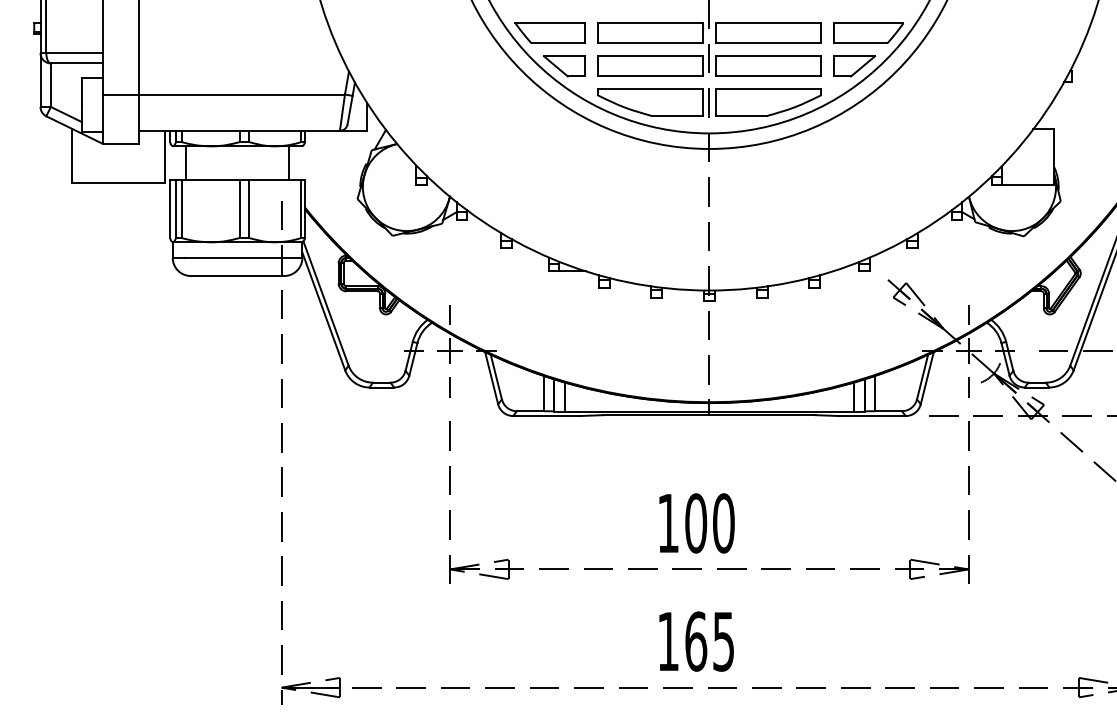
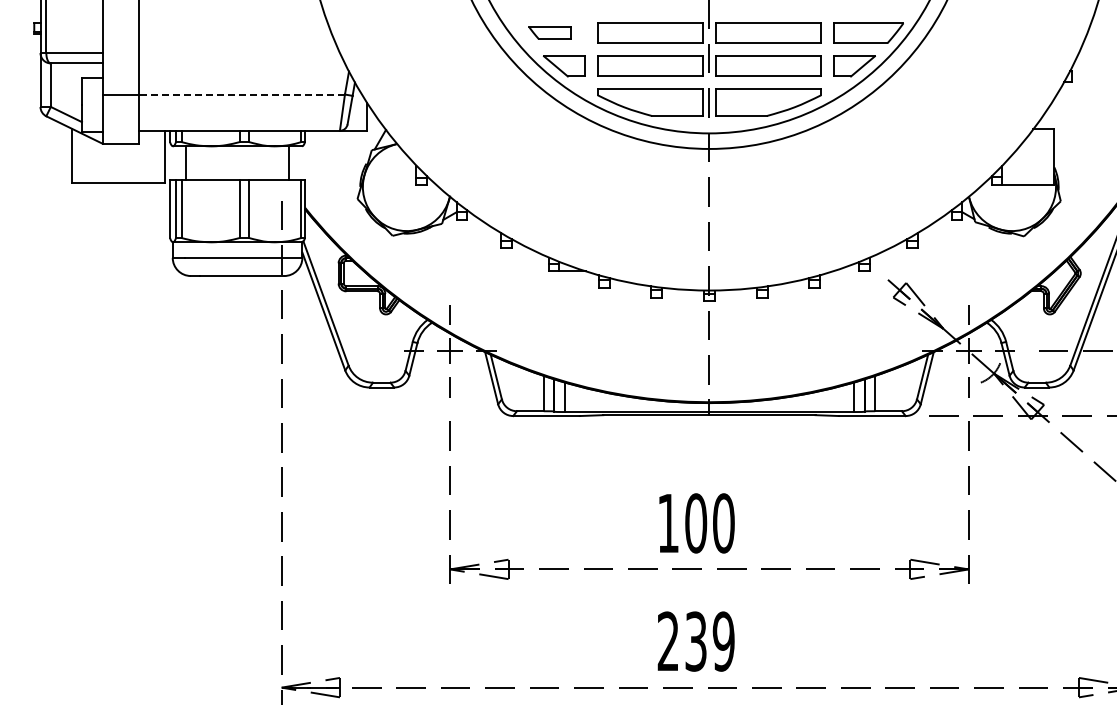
part at (549, 32) size: 72x22 px -> 44x14 px
line at (242, 94): solid -> dashed
text at (695, 641): 165 -> 239
